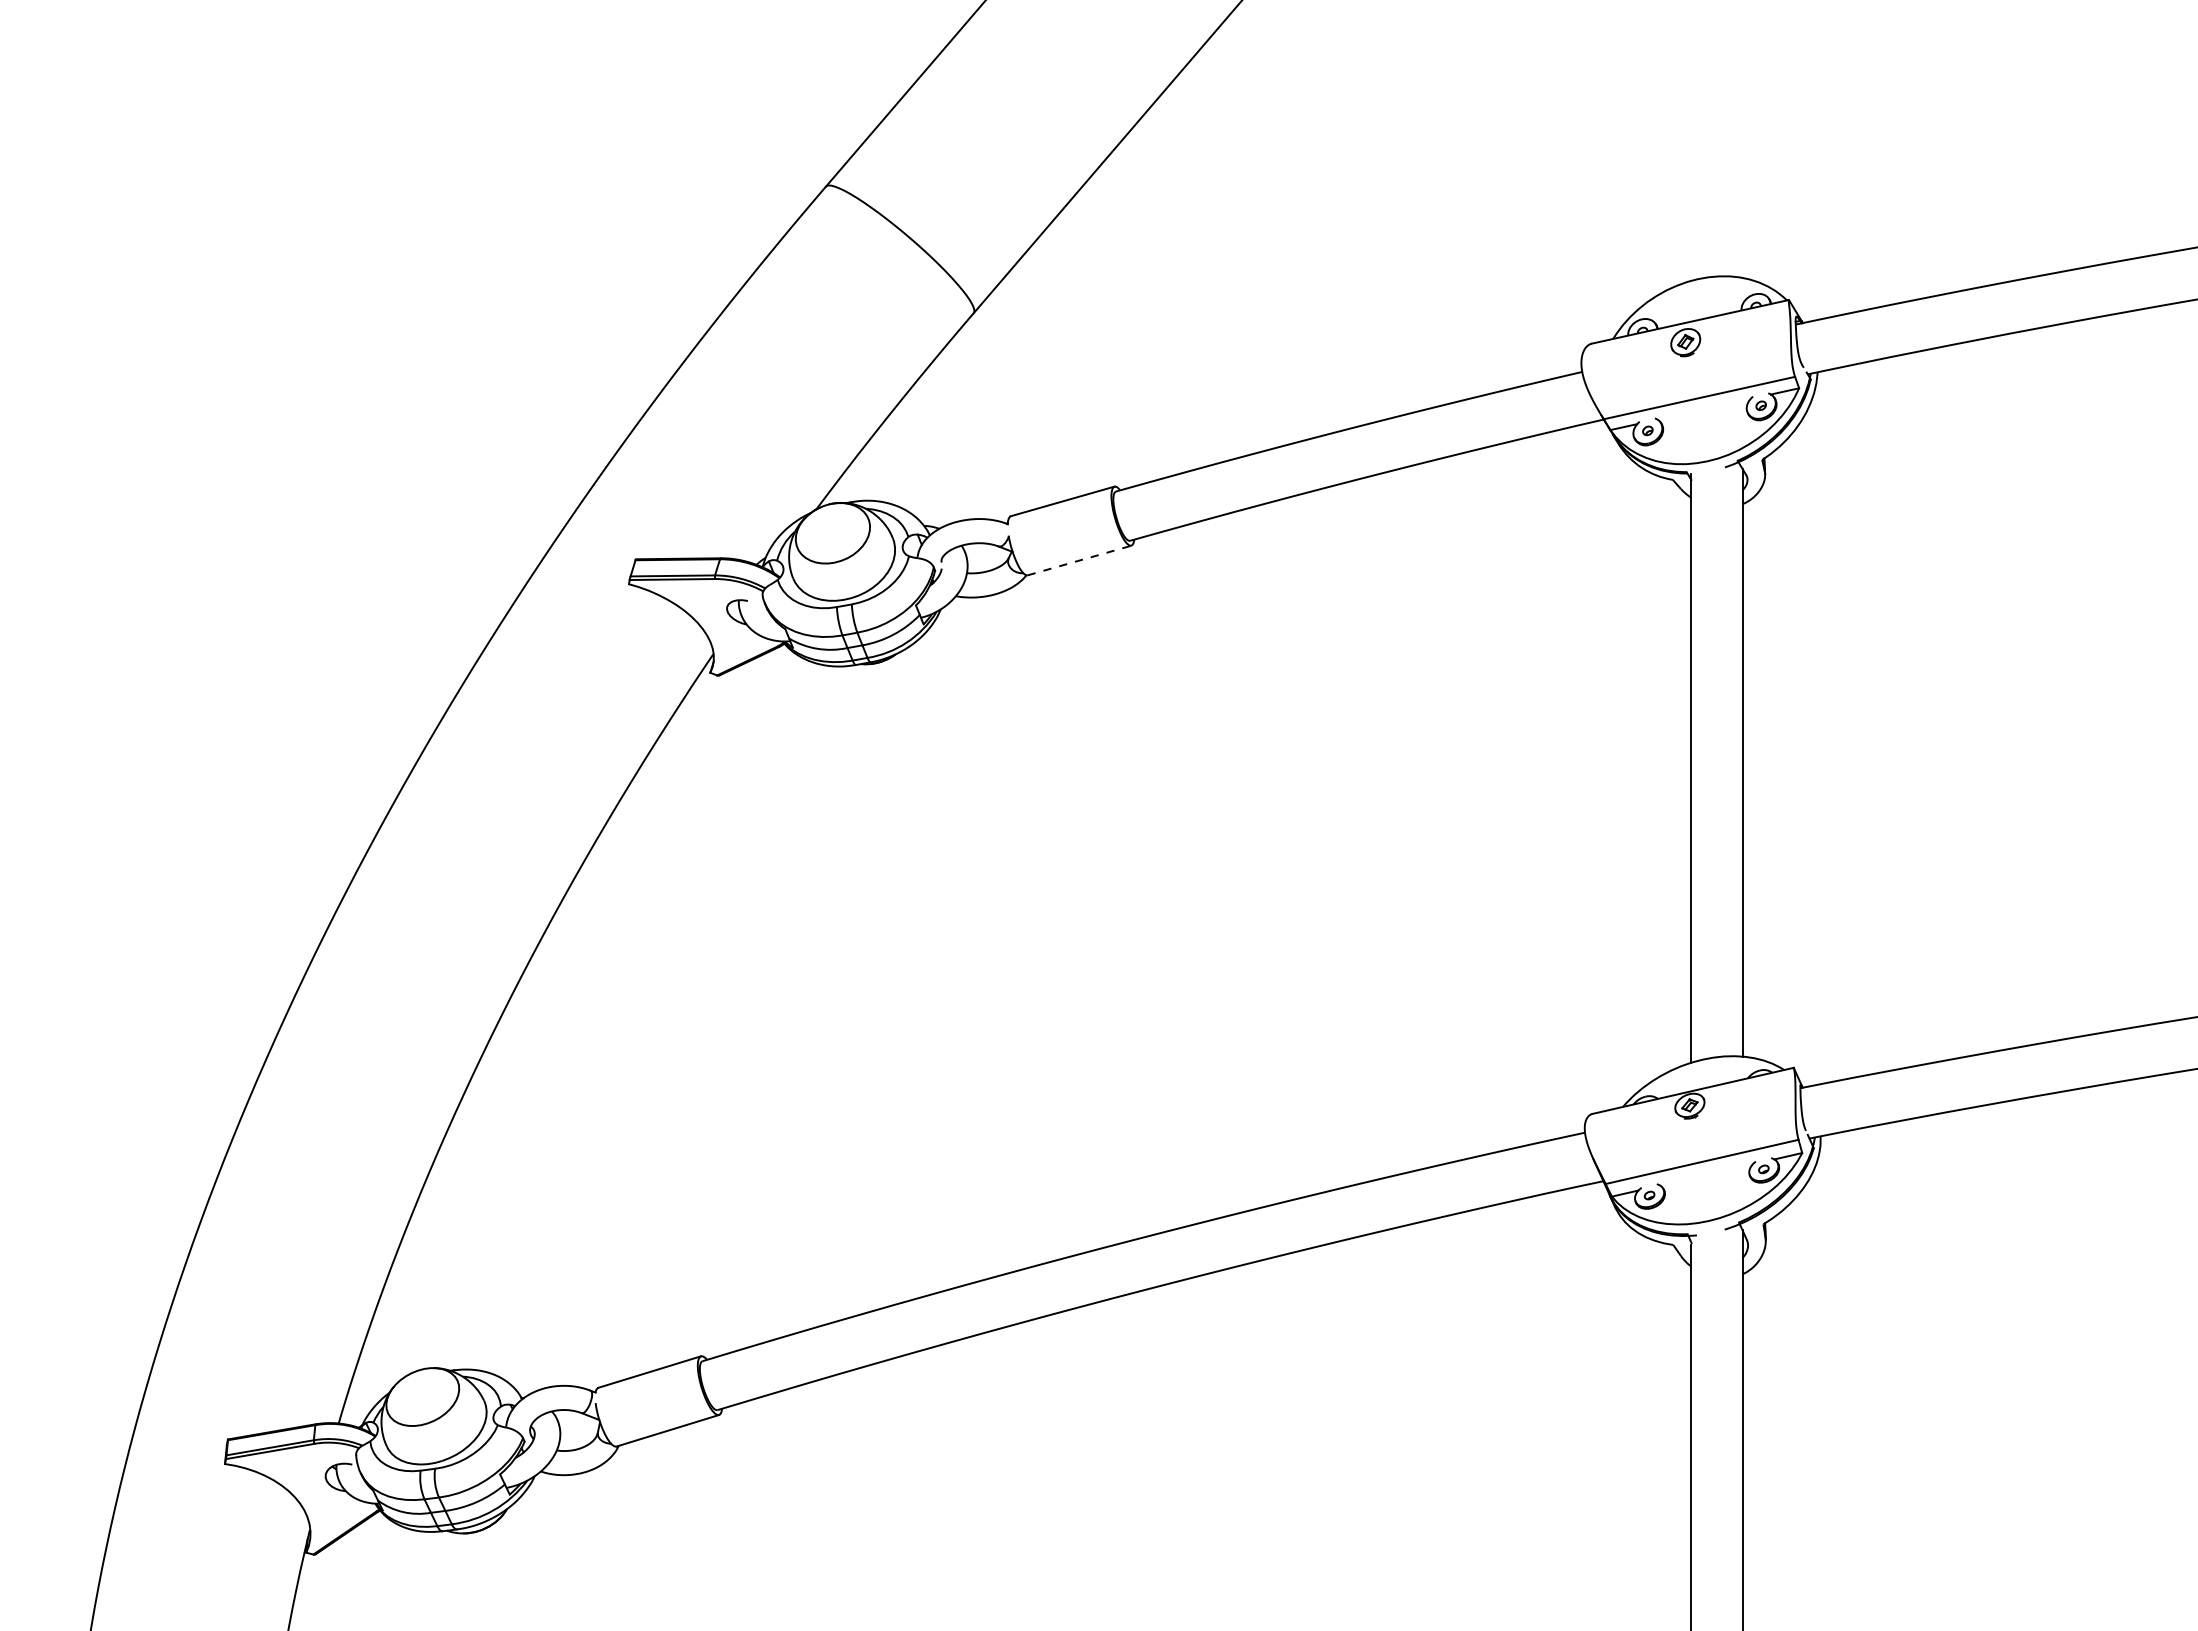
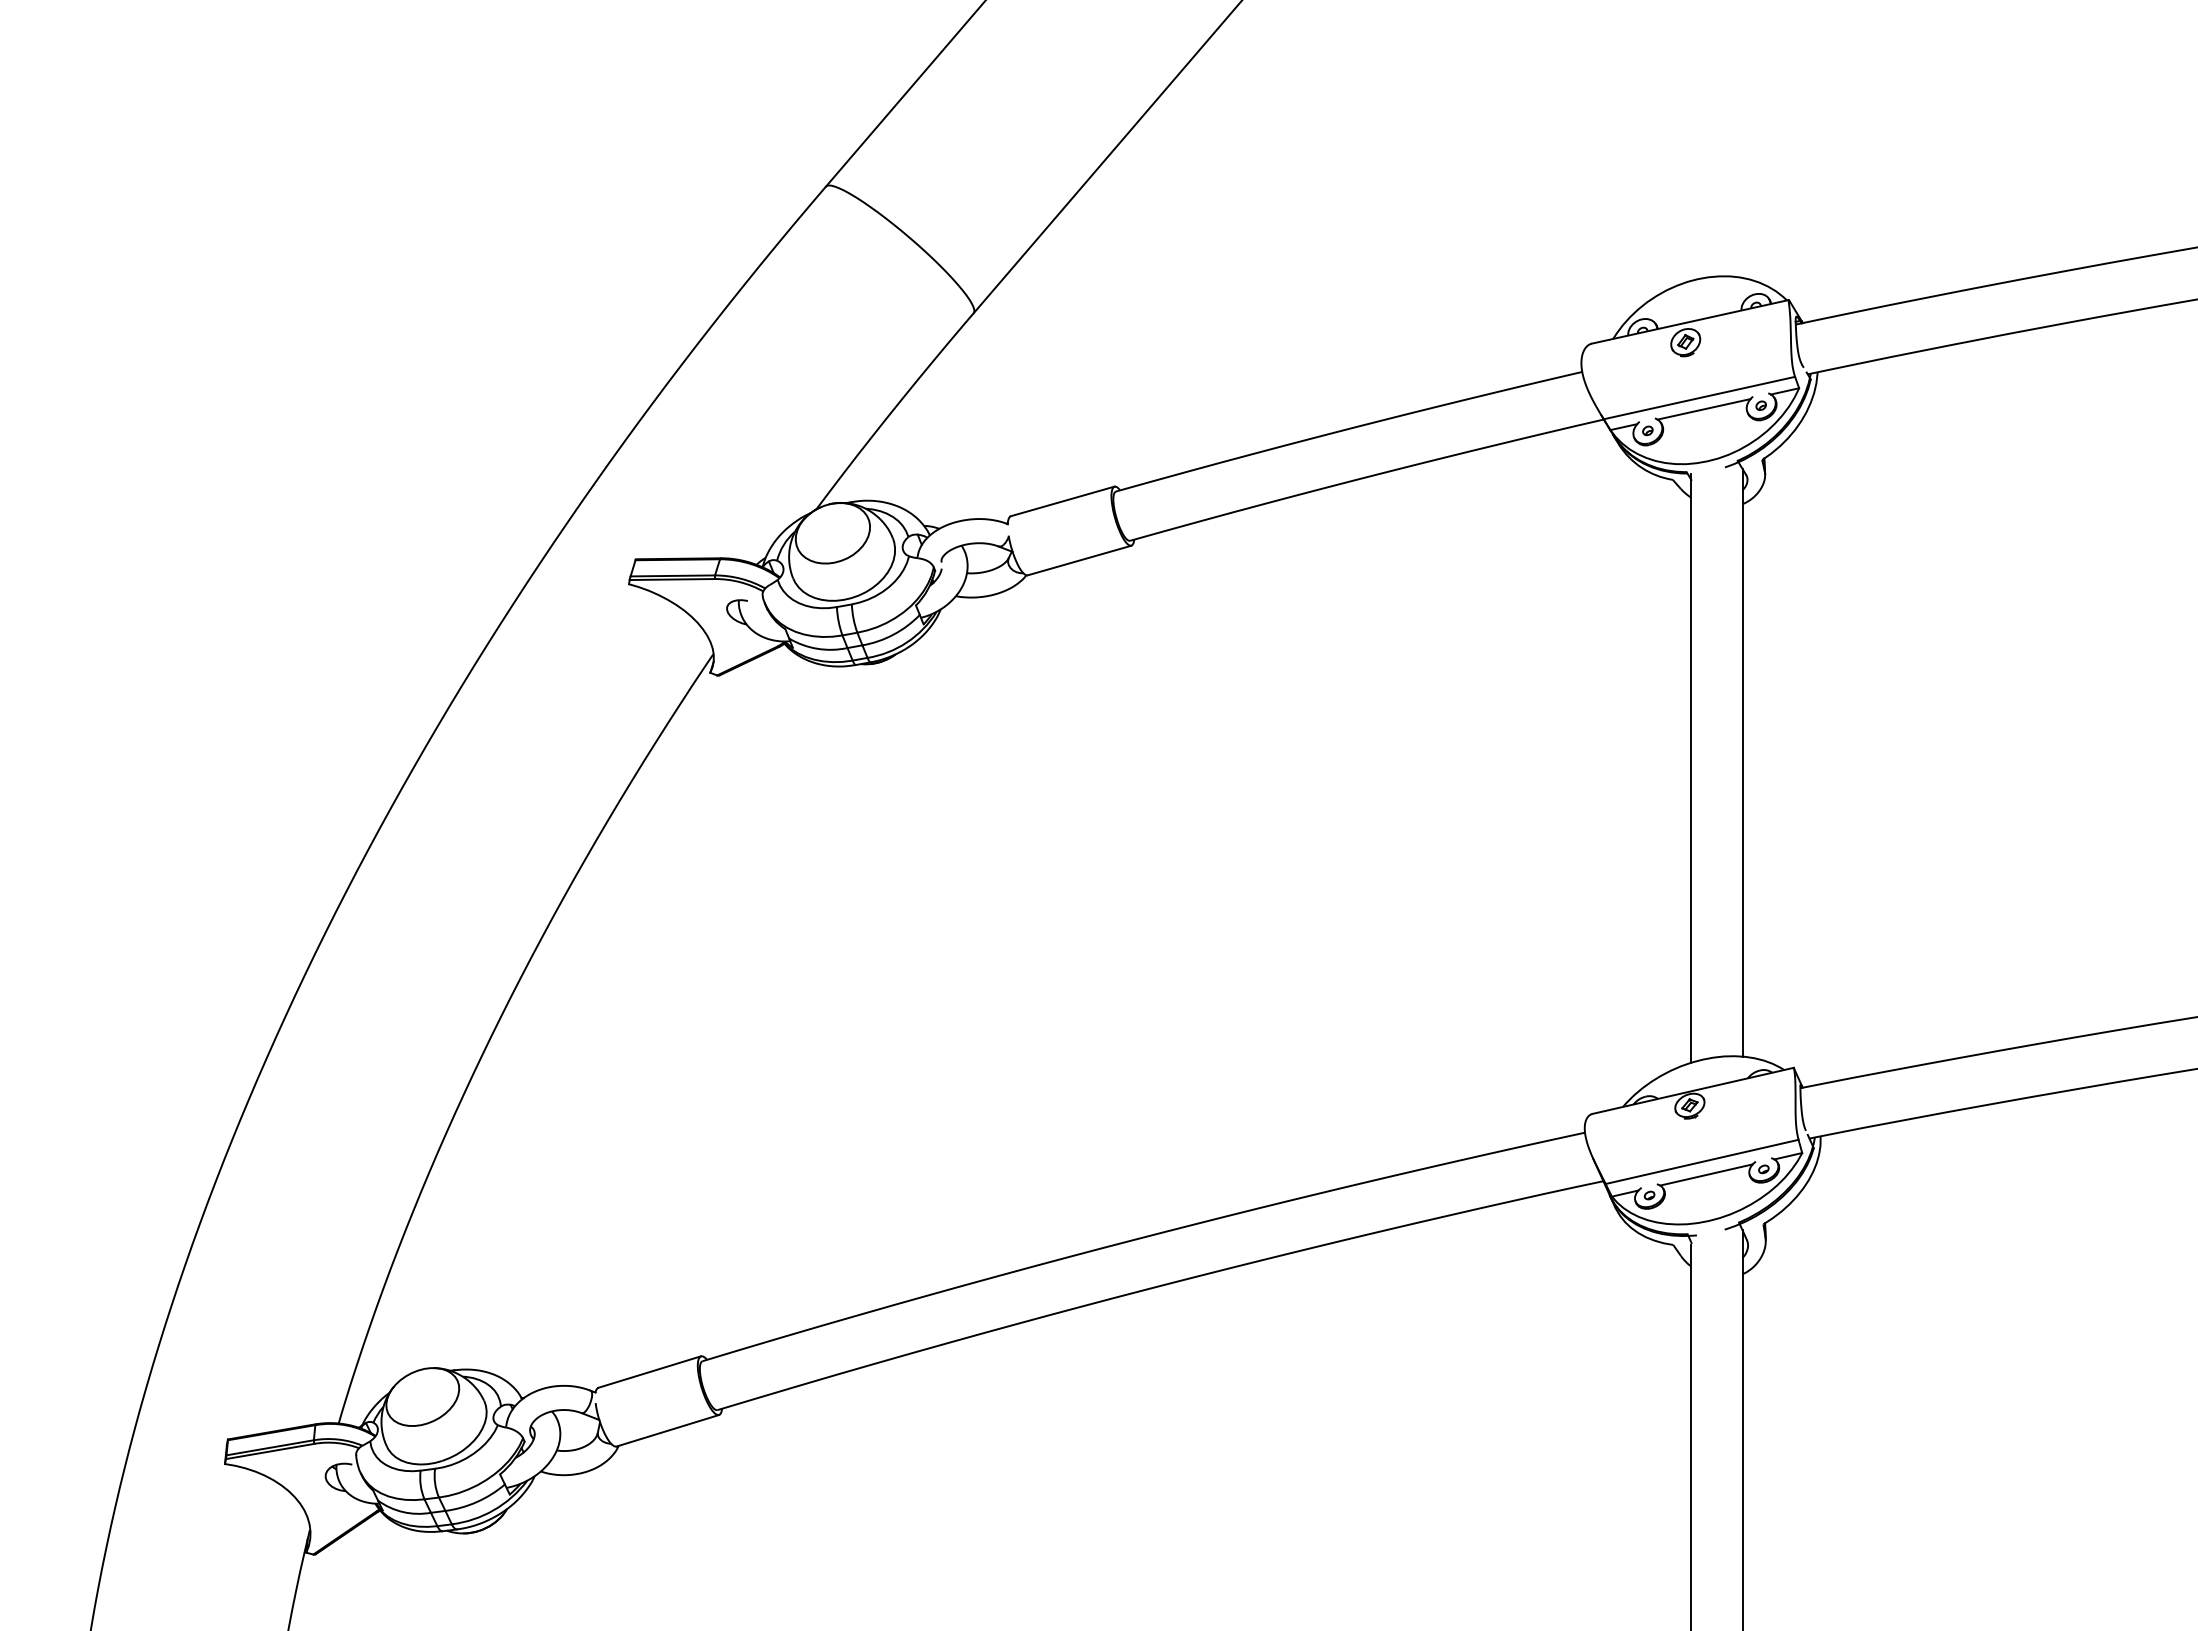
line at (1703, 409): none -> present
line at (1079, 560): dashed -> solid
line at (1706, 1174): none -> present
